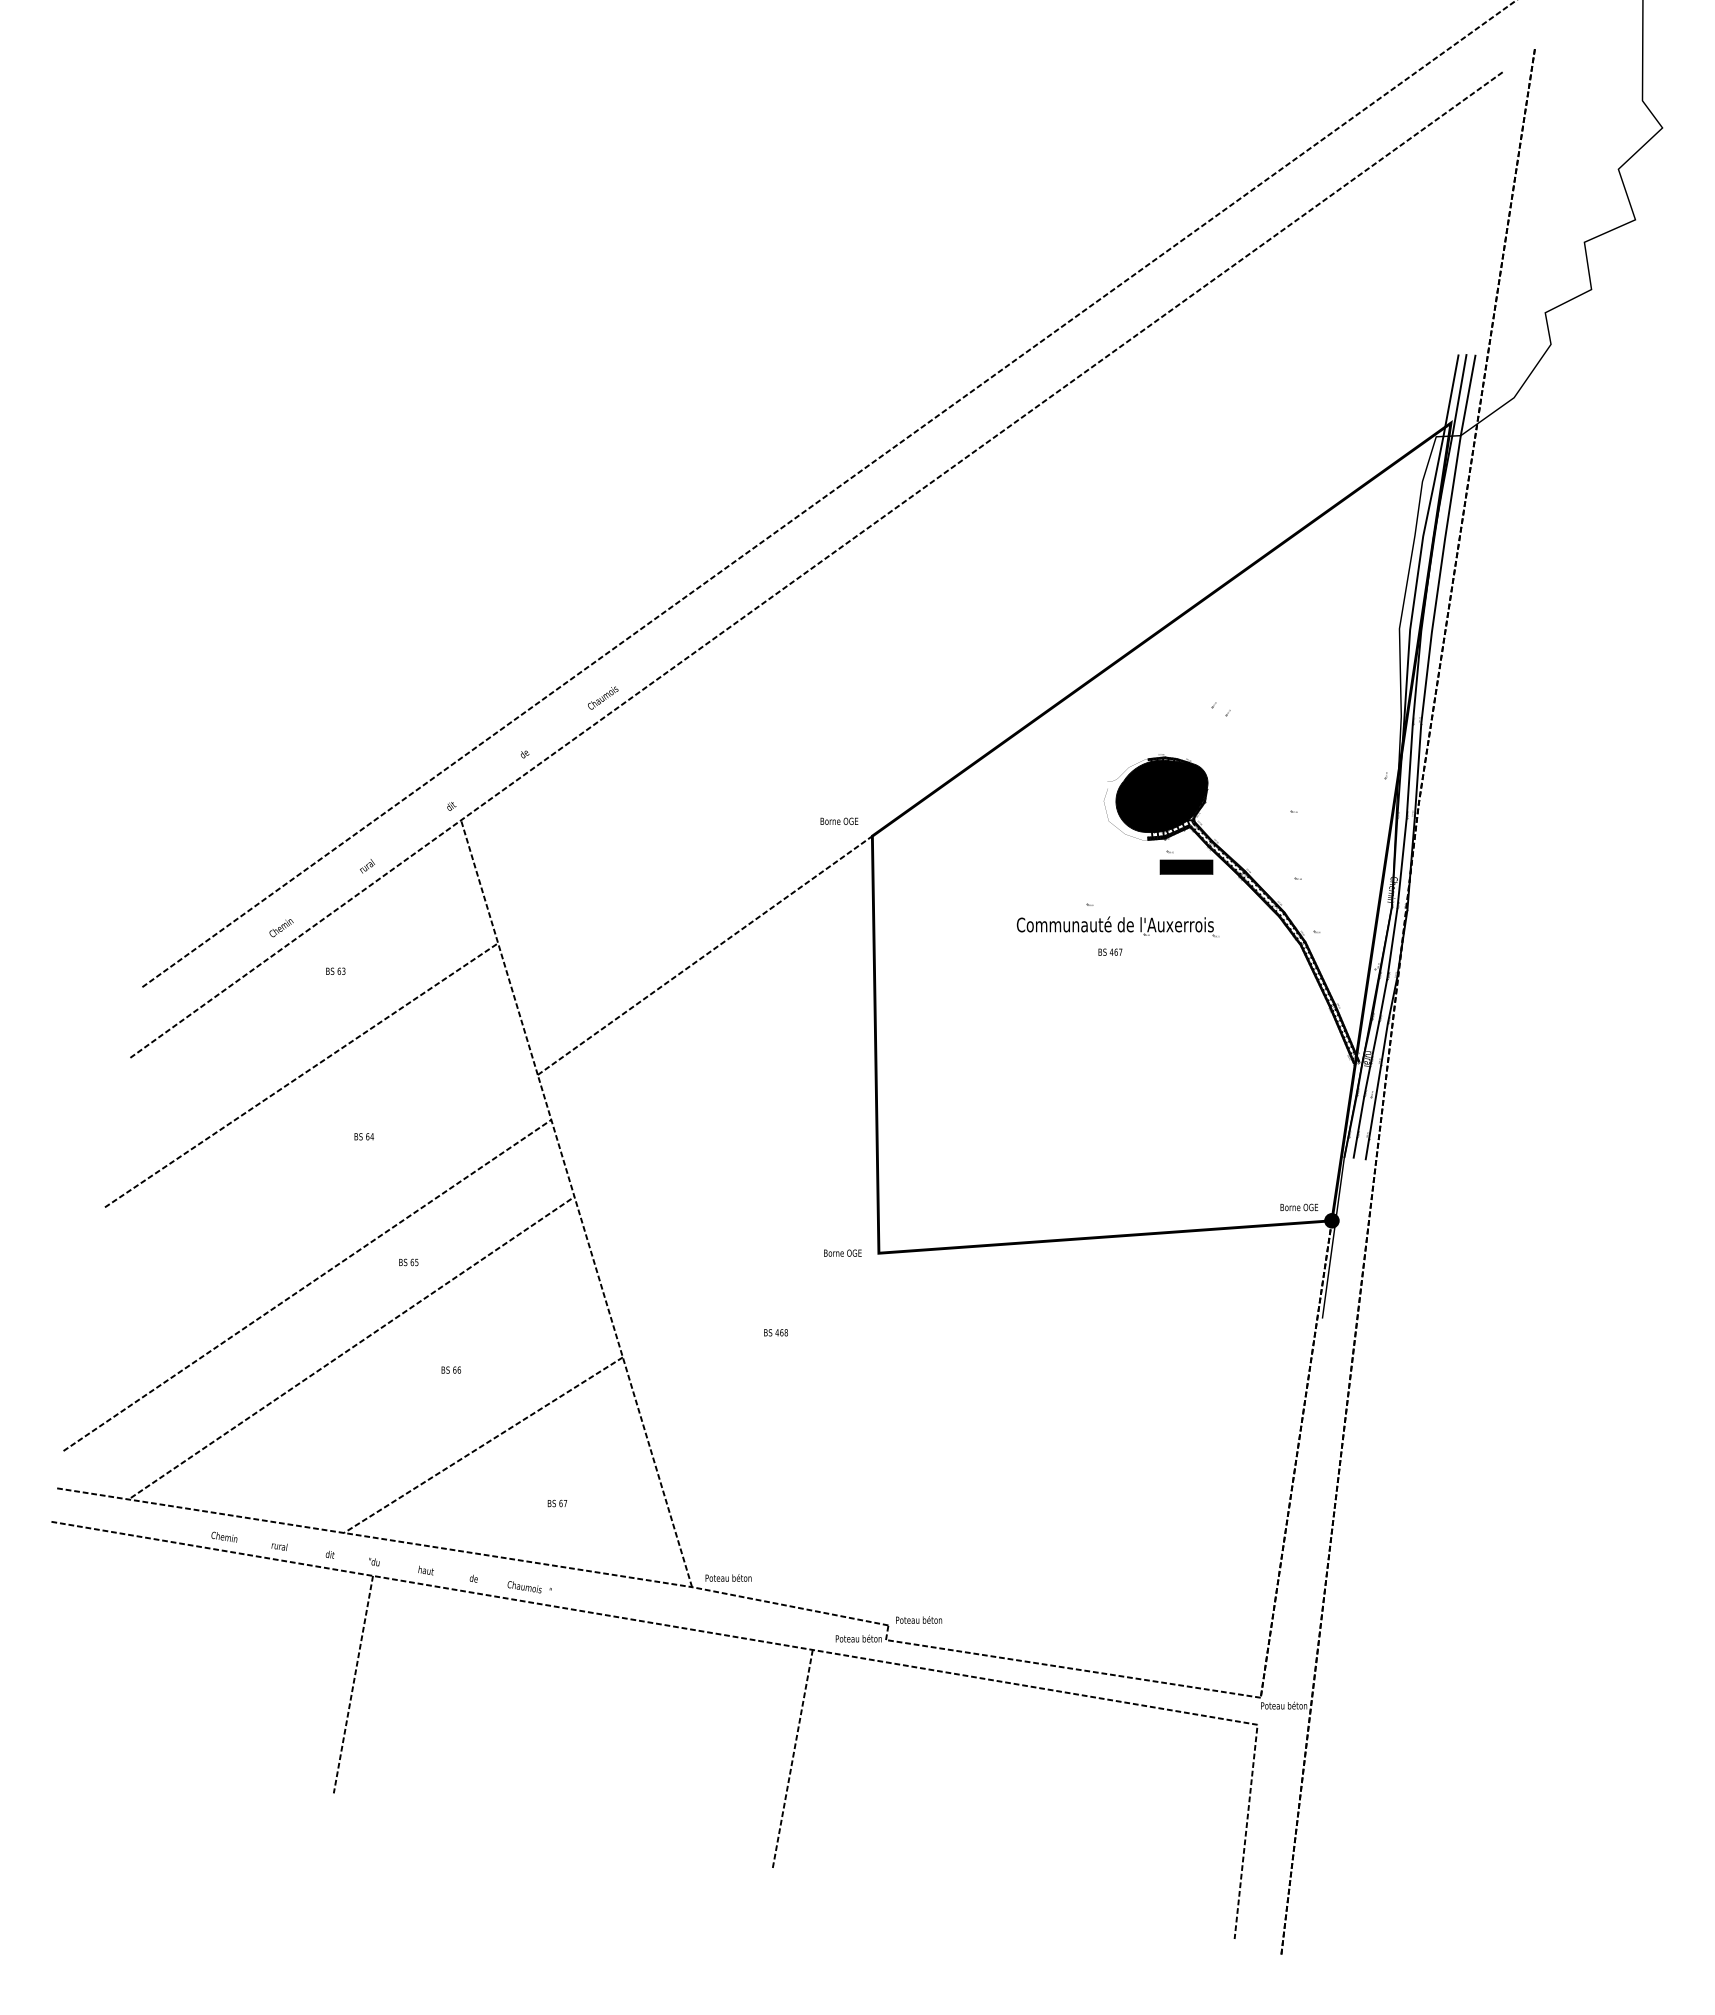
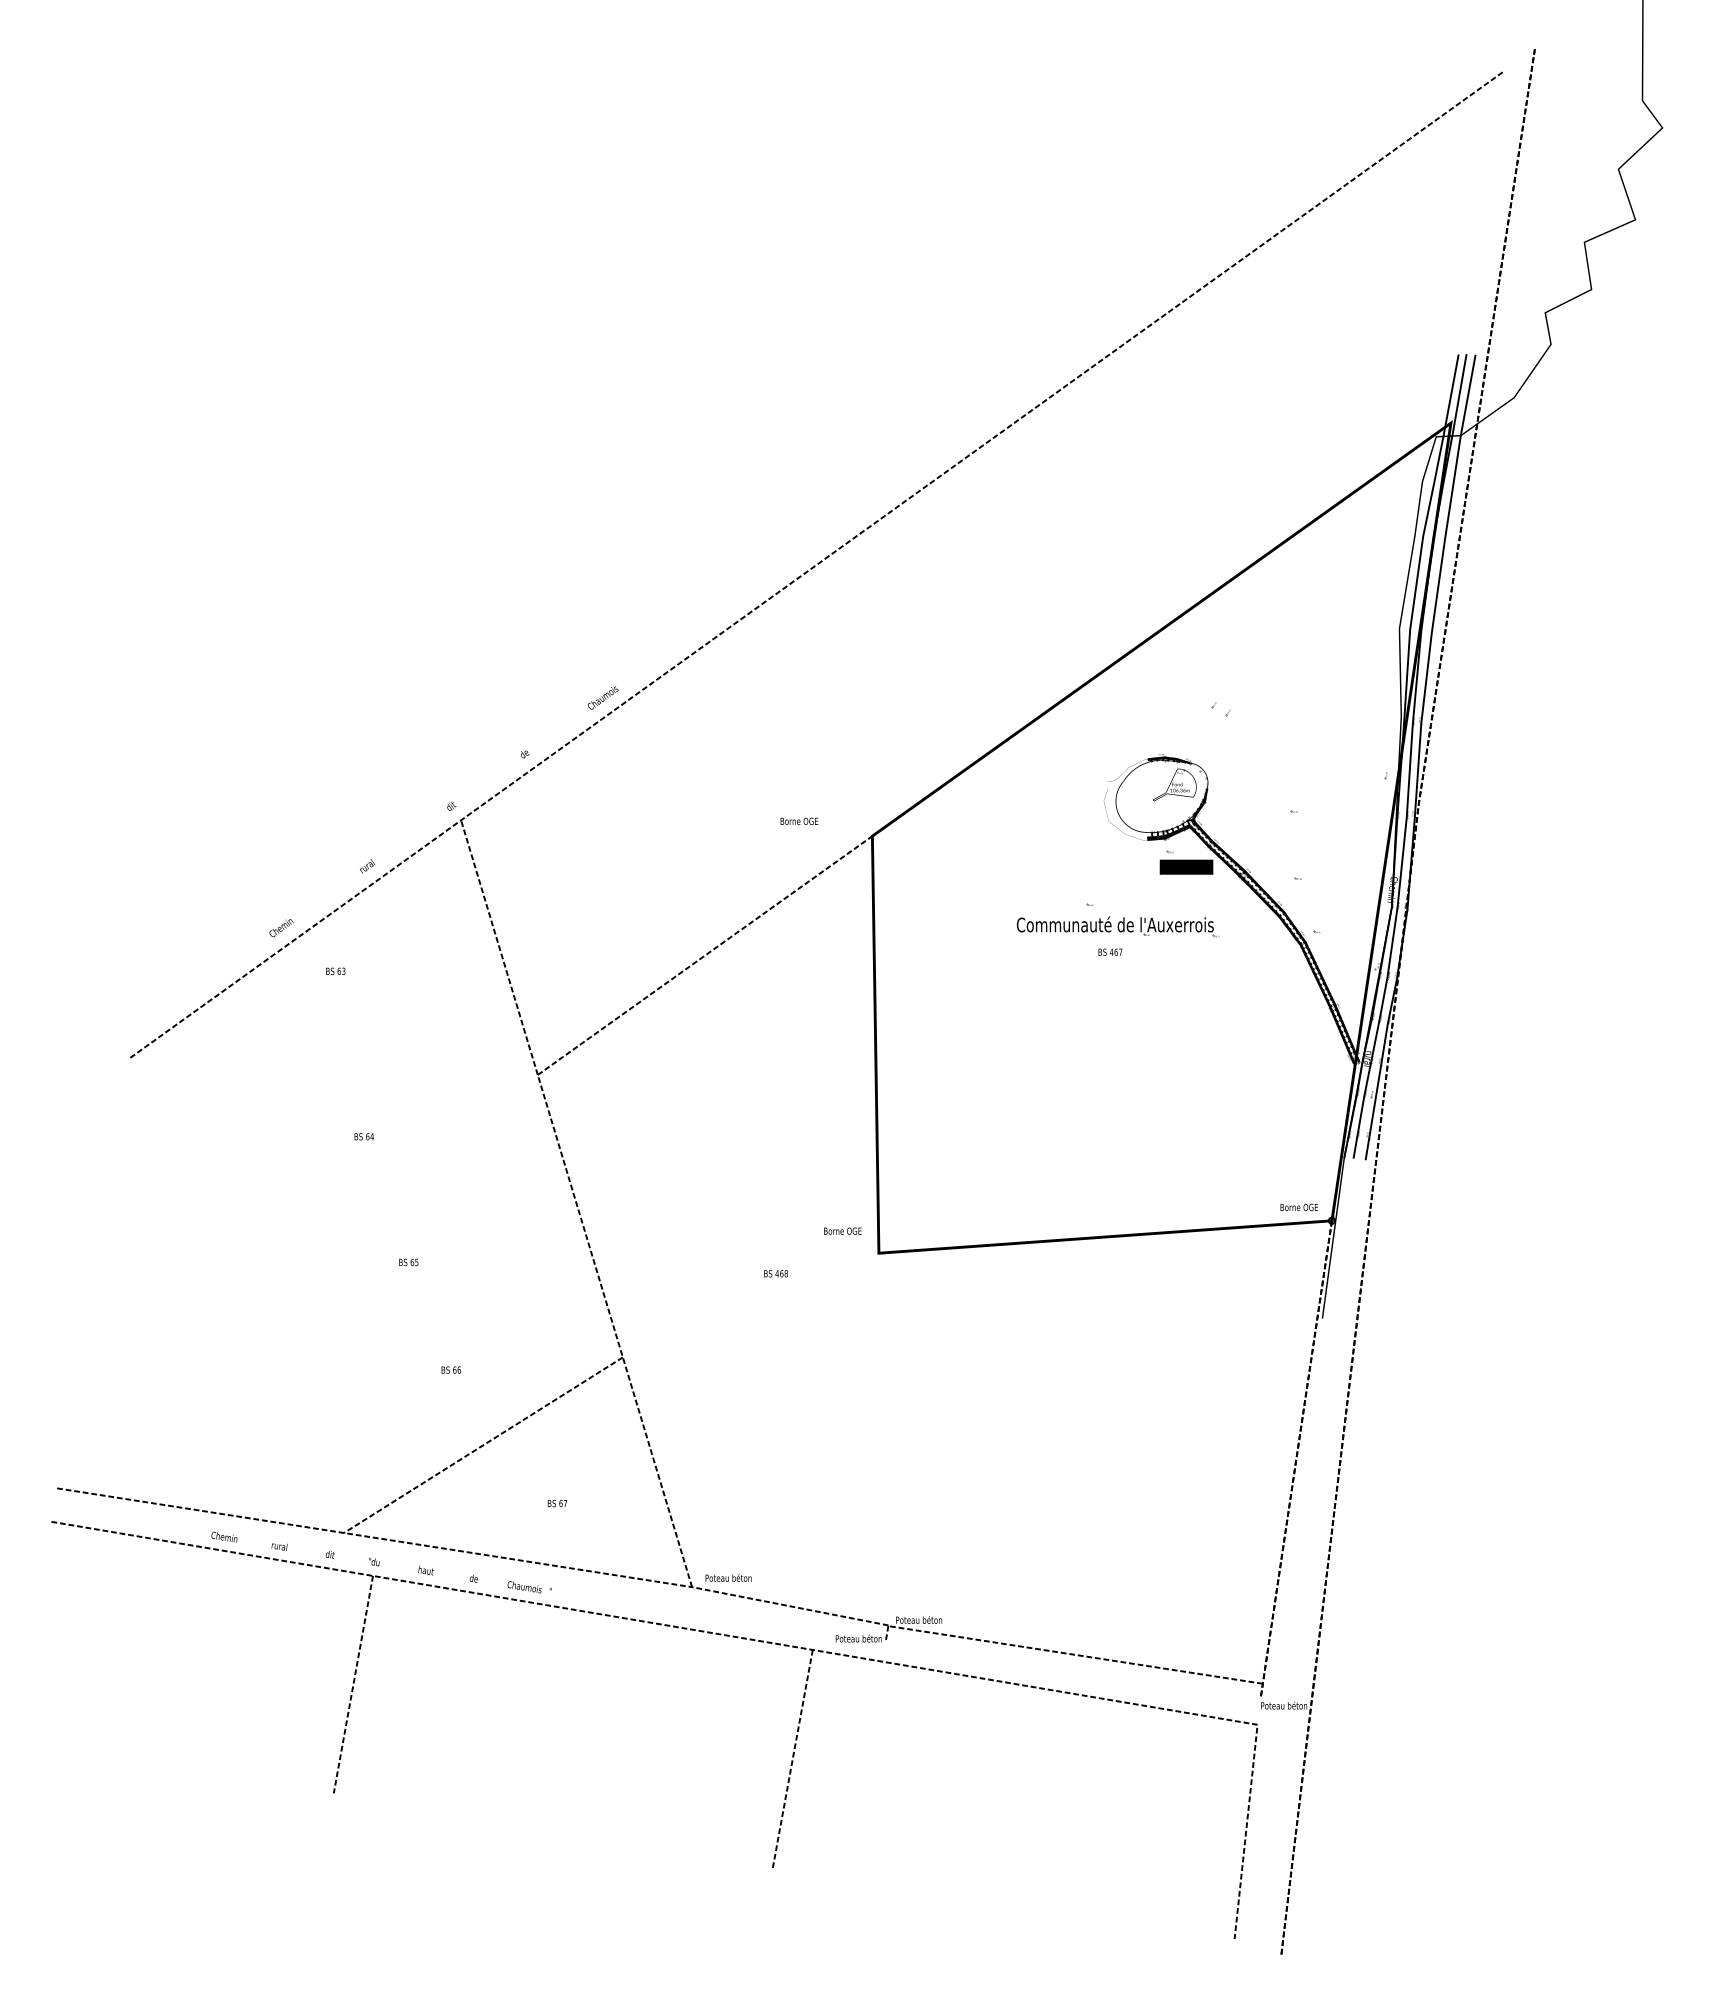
line at (828, 494): present -> none
fill at (1161, 796): present -> none
text at (839, 820) position: (839, 820) -> (799, 820)
line at (301, 1075): present -> none
fill at (1331, 1220): present -> none
text at (842, 1252) position: (842, 1252) -> (842, 1230)
line at (307, 1285): present -> none
text at (775, 1332) position: (775, 1332) -> (775, 1273)
line at (352, 1346): present -> none
line at (1073, 1668) position: (1073, 1668) -> (1075, 1654)
